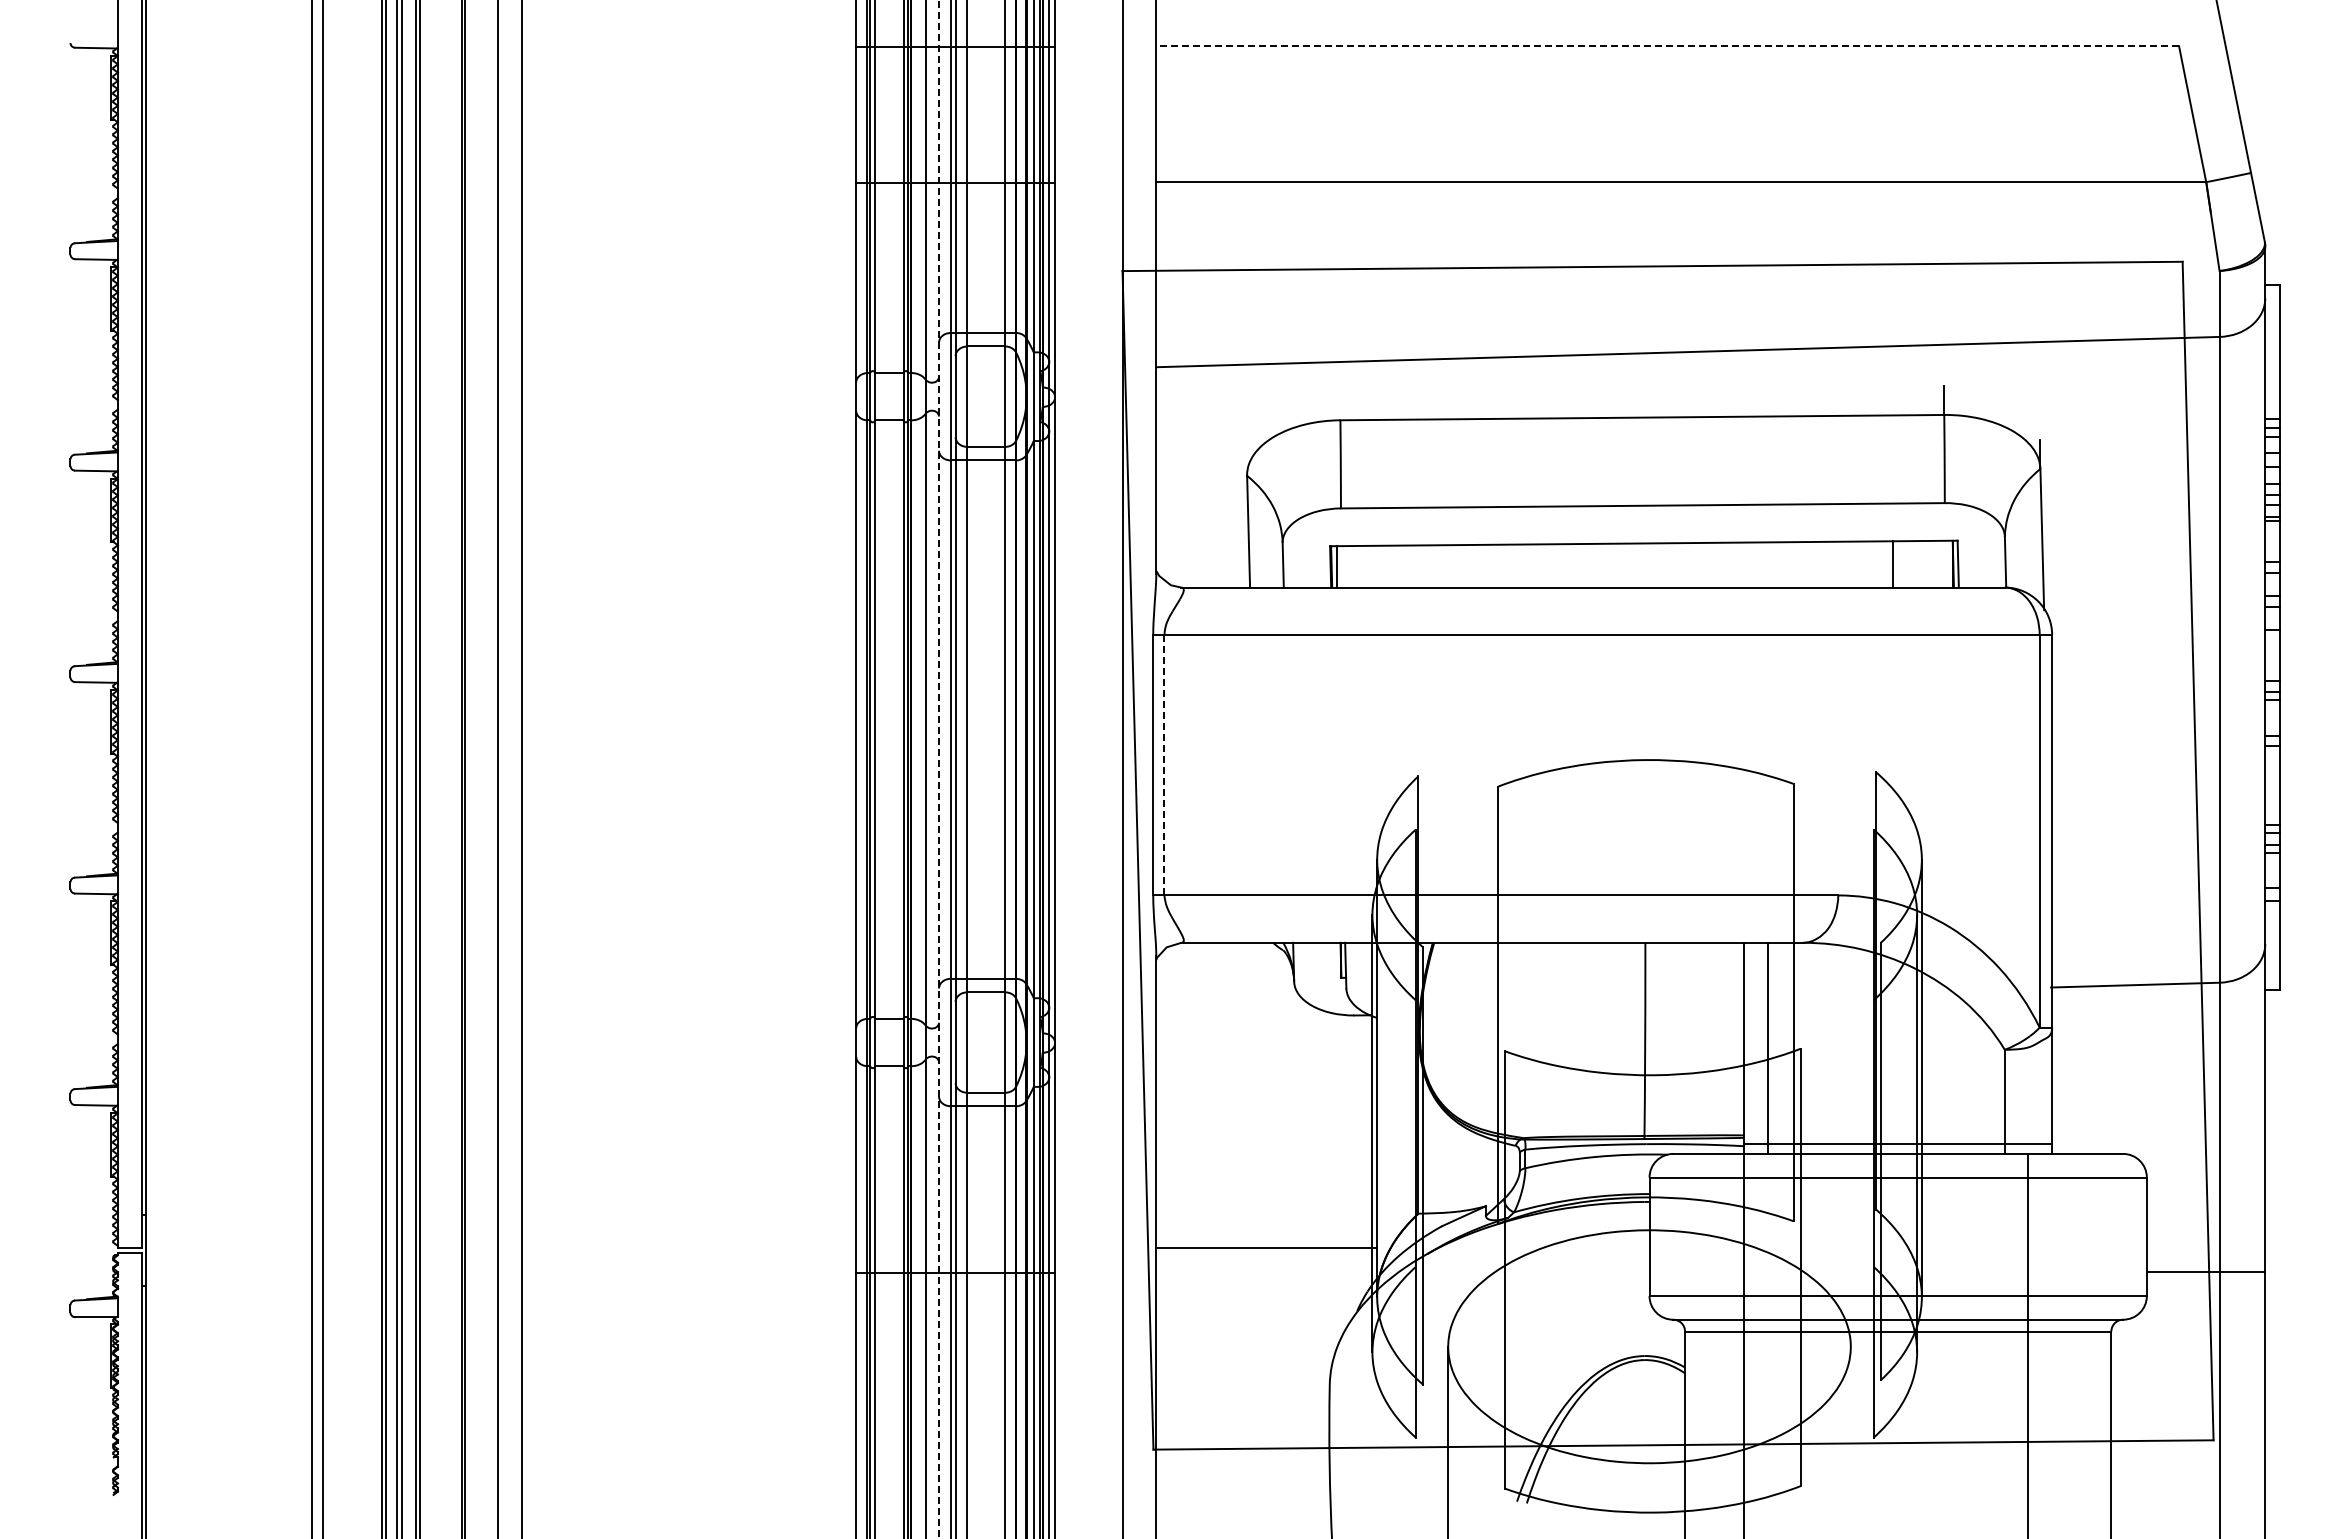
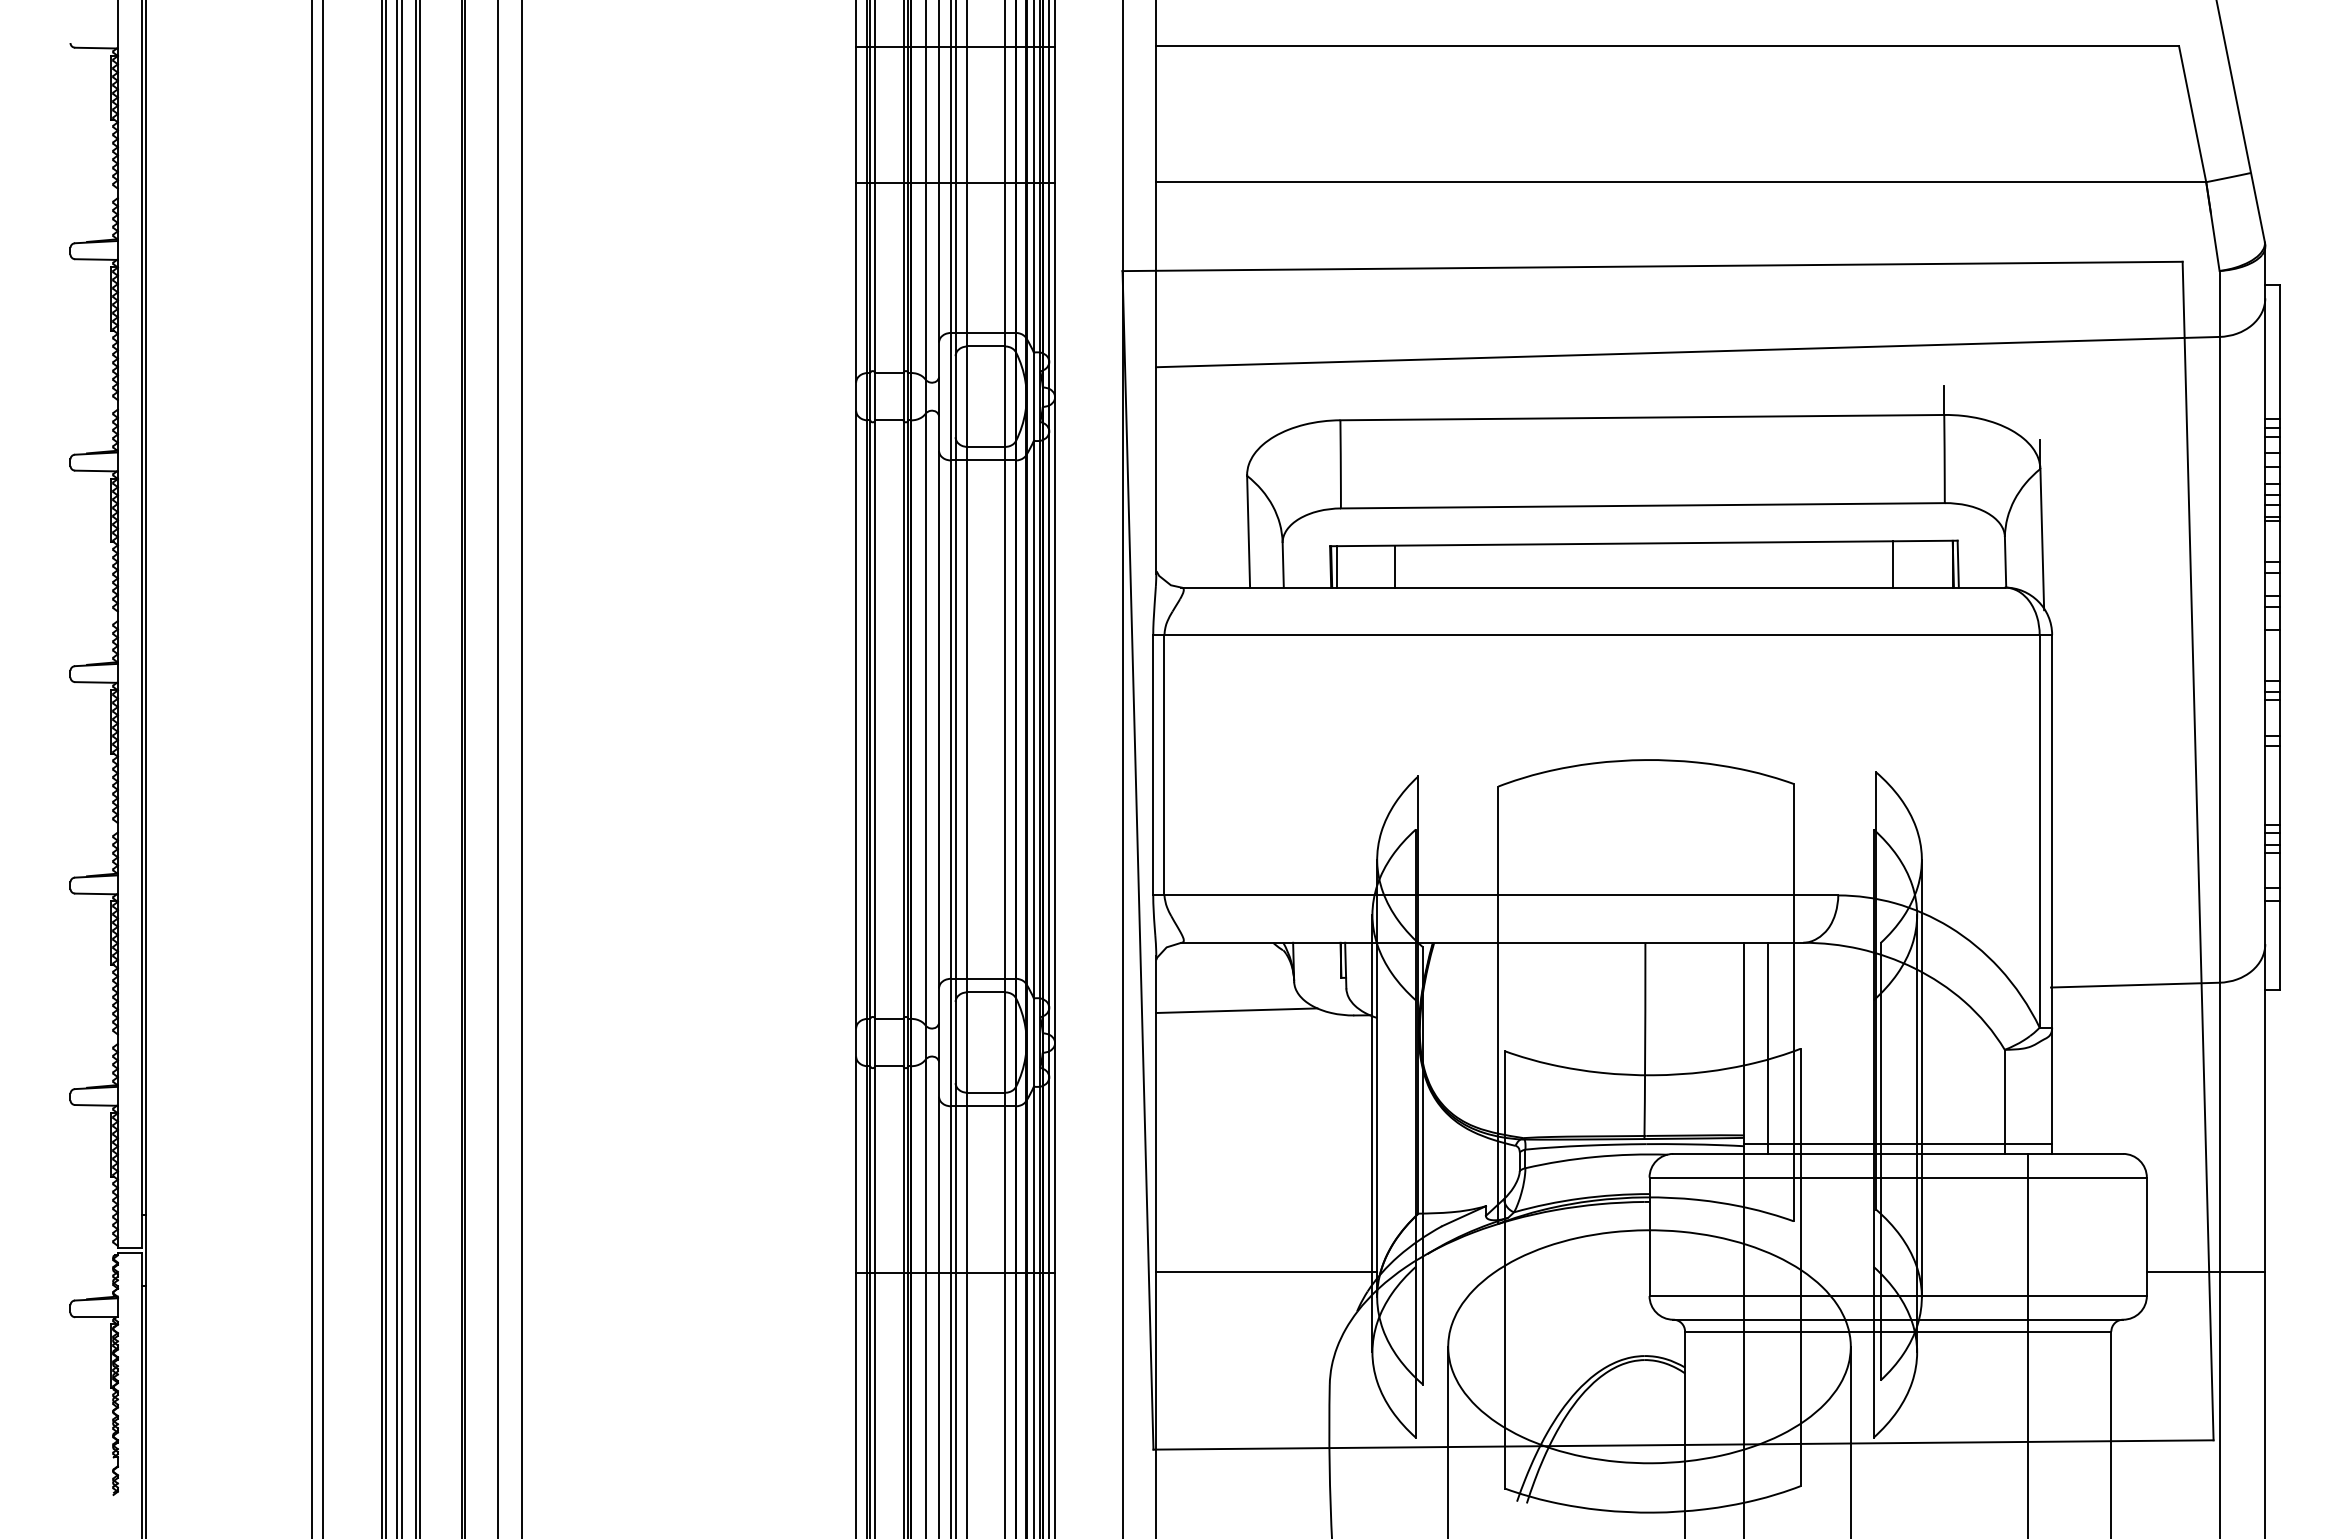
line at (1667, 46): dashed -> solid
line at (1395, 566): none -> present
line at (1164, 764): dashed -> solid
line at (939, 770): dashed -> solid
line at (1236, 1010): none -> present
line at (1266, 1248) position: (1266, 1248) -> (1266, 1272)
line at (1850, 1440): none -> present
